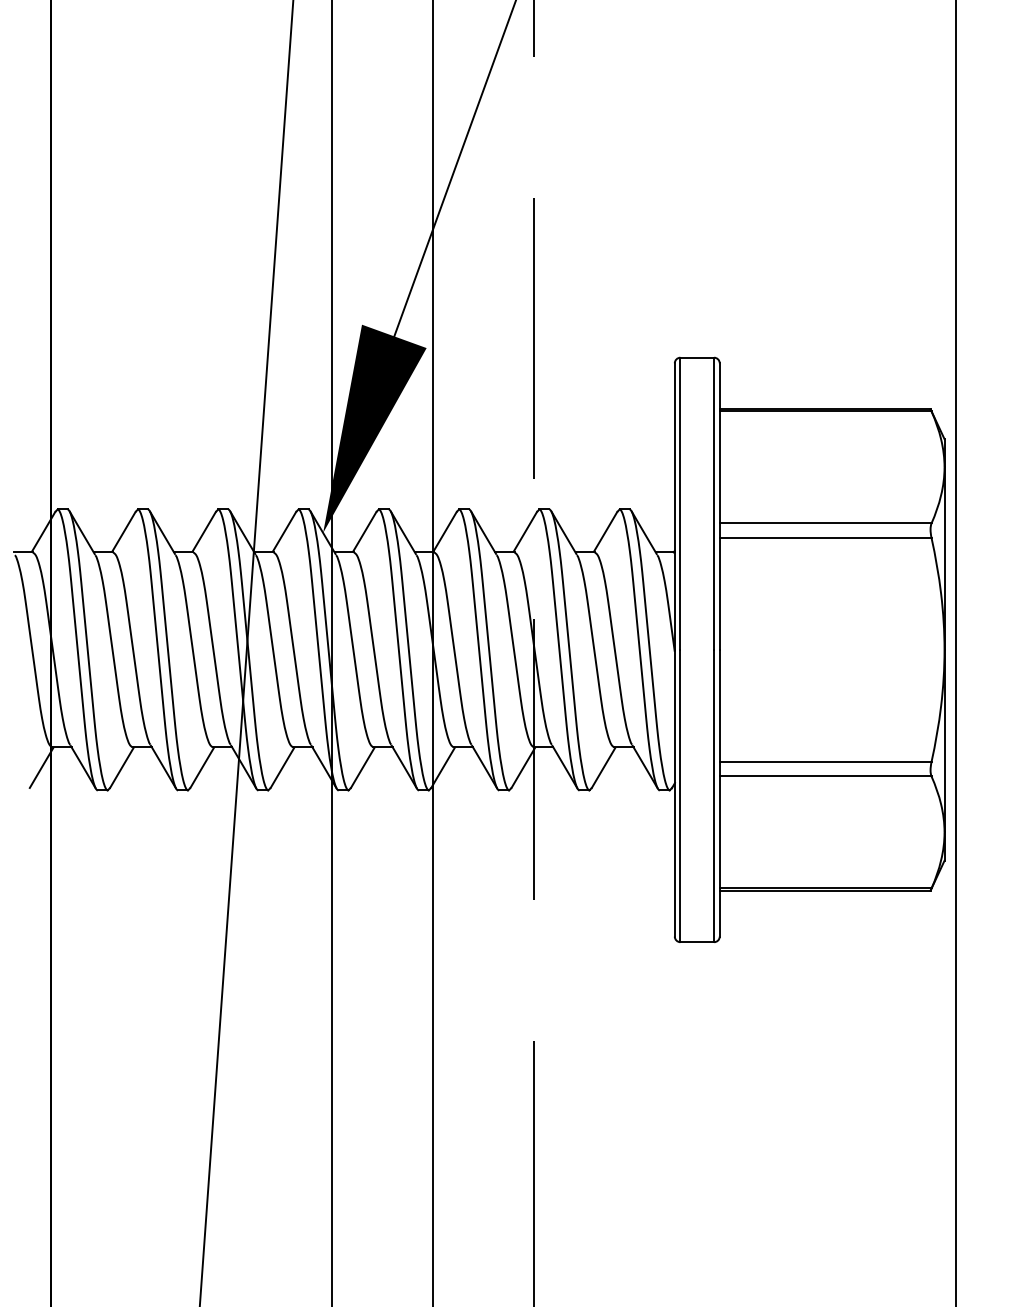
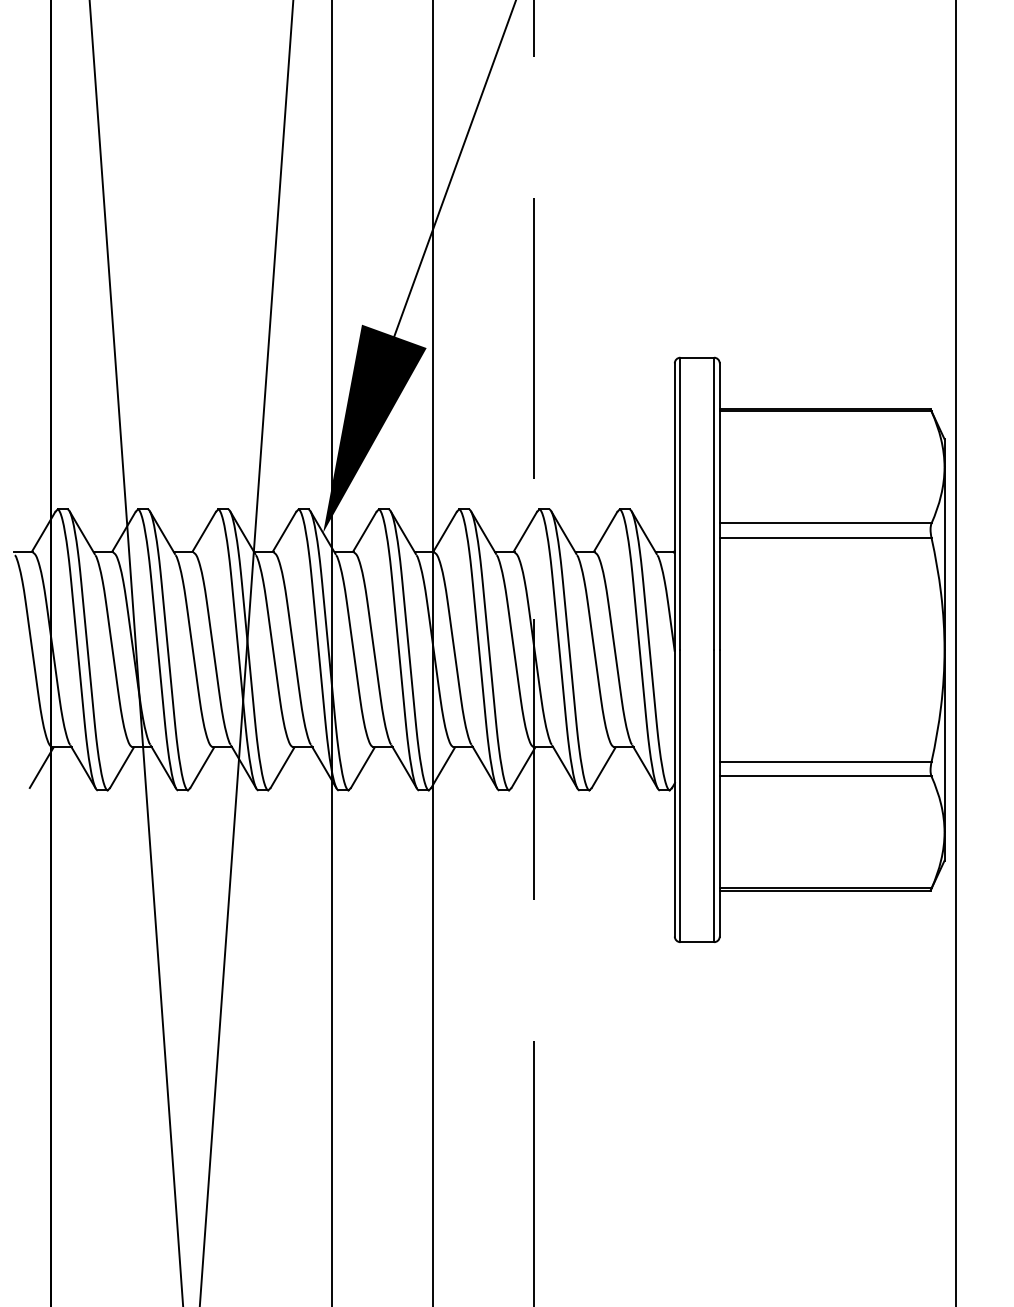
line at (135, 652): none -> present
